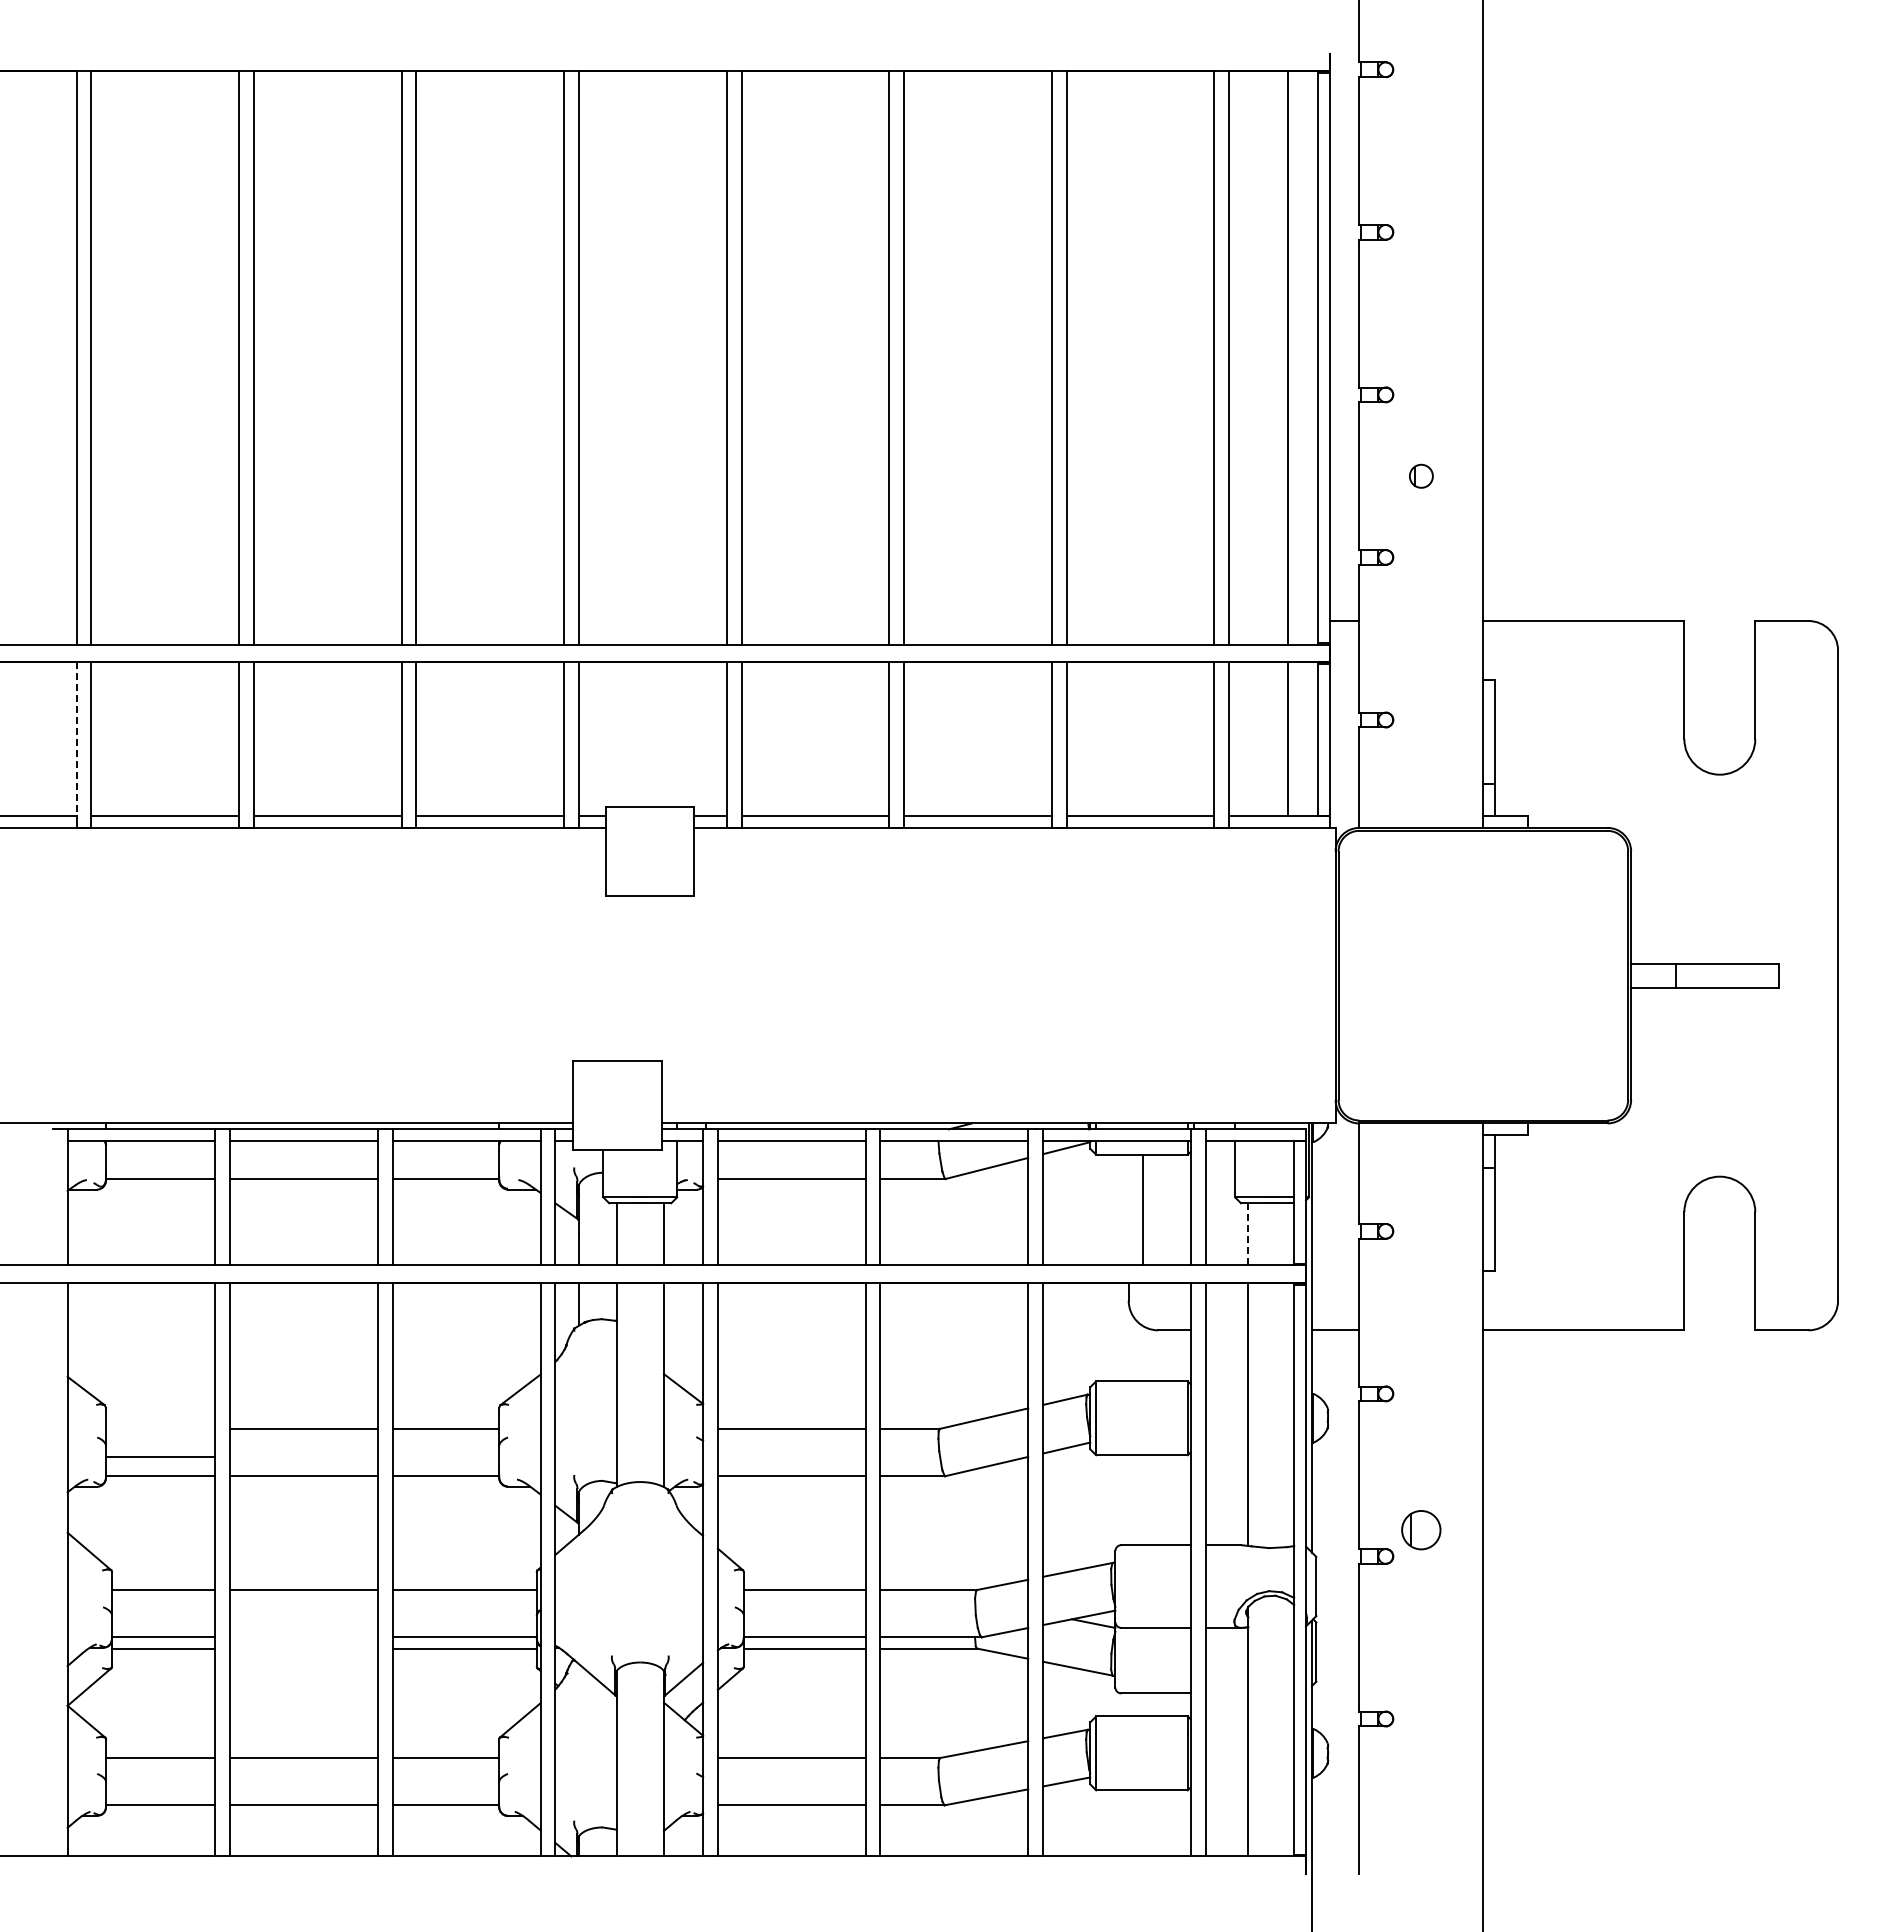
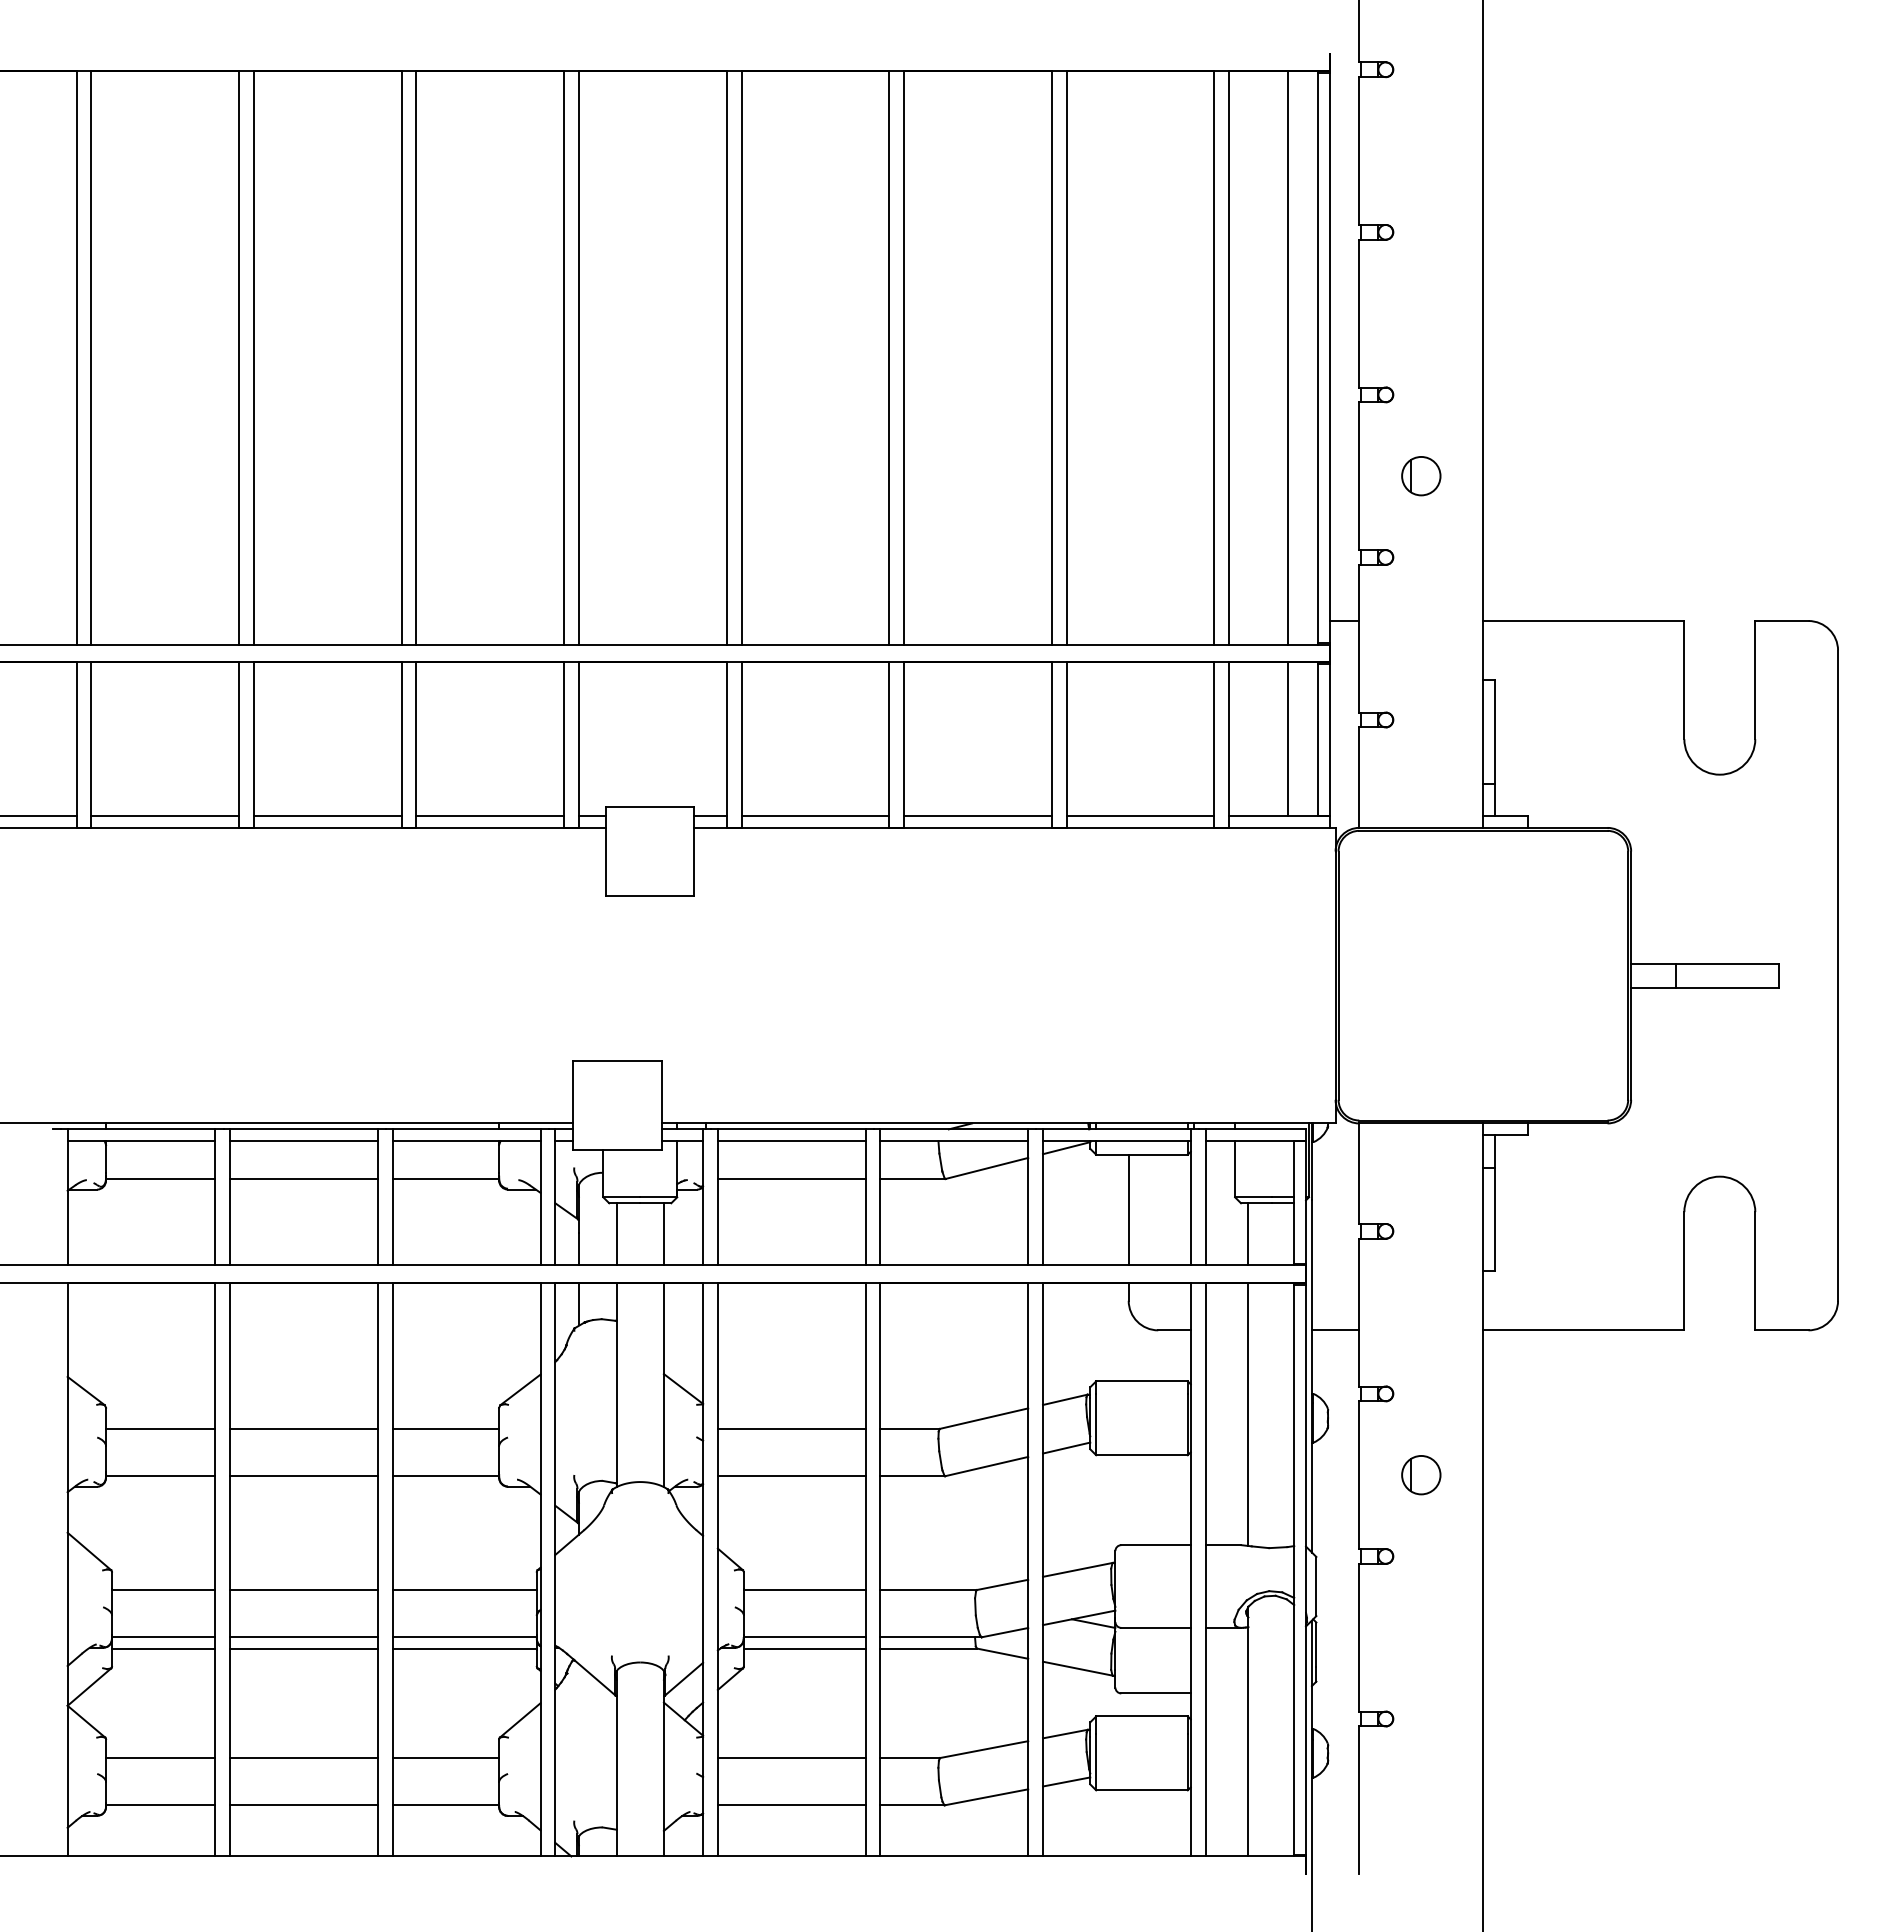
part at (1421, 475) size: 25x26 px -> 41x41 px
line at (76, 739): dashed -> solid
line at (1142, 1209) position: (1142, 1209) -> (1128, 1209)
line at (1248, 1234): dashed -> solid
line at (160, 1456) position: (160, 1456) -> (160, 1428)
part at (1421, 1530) position: (1421, 1530) -> (1421, 1475)
line at (303, 1637): none -> present
line at (303, 1648): none -> present
